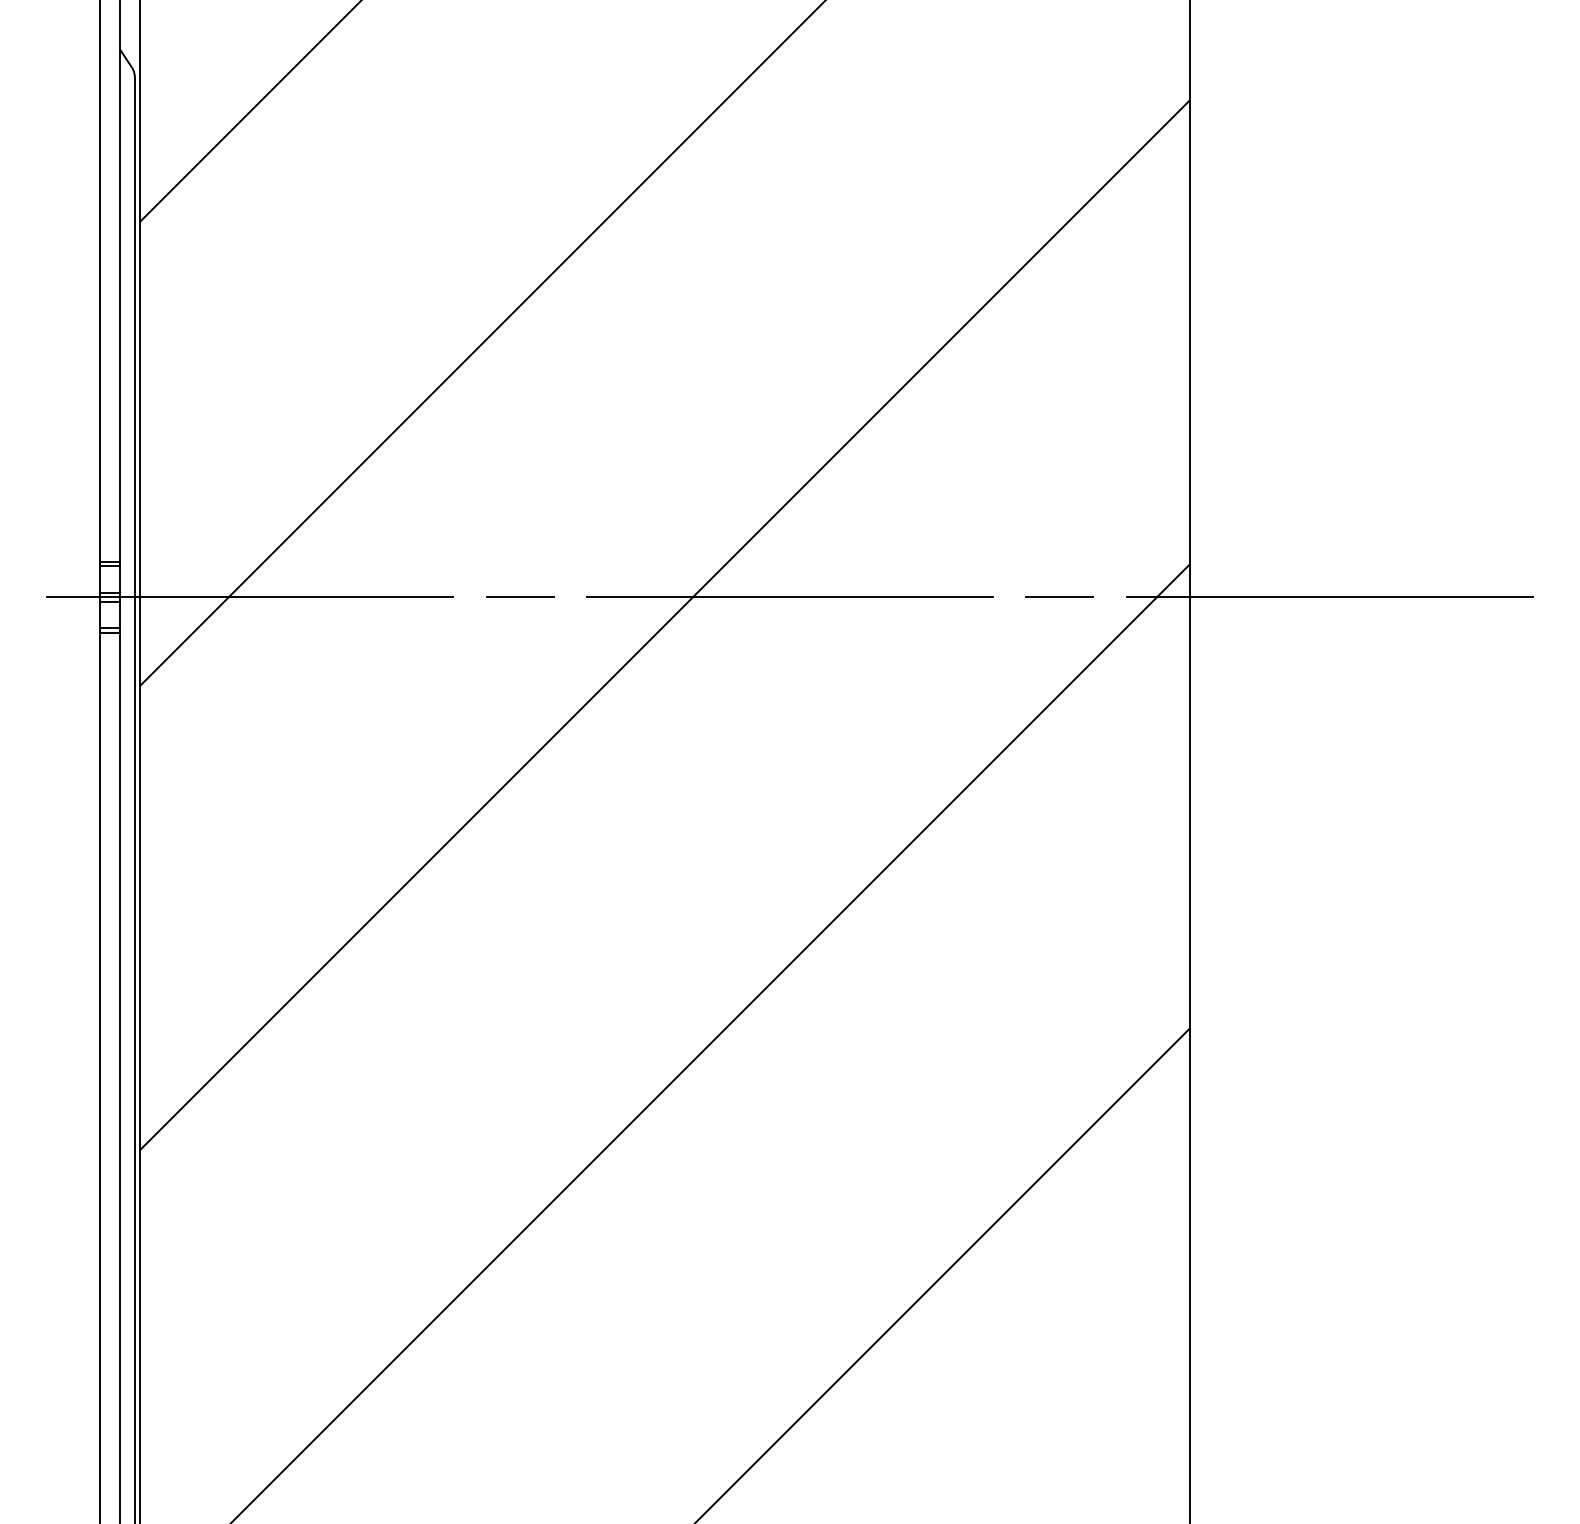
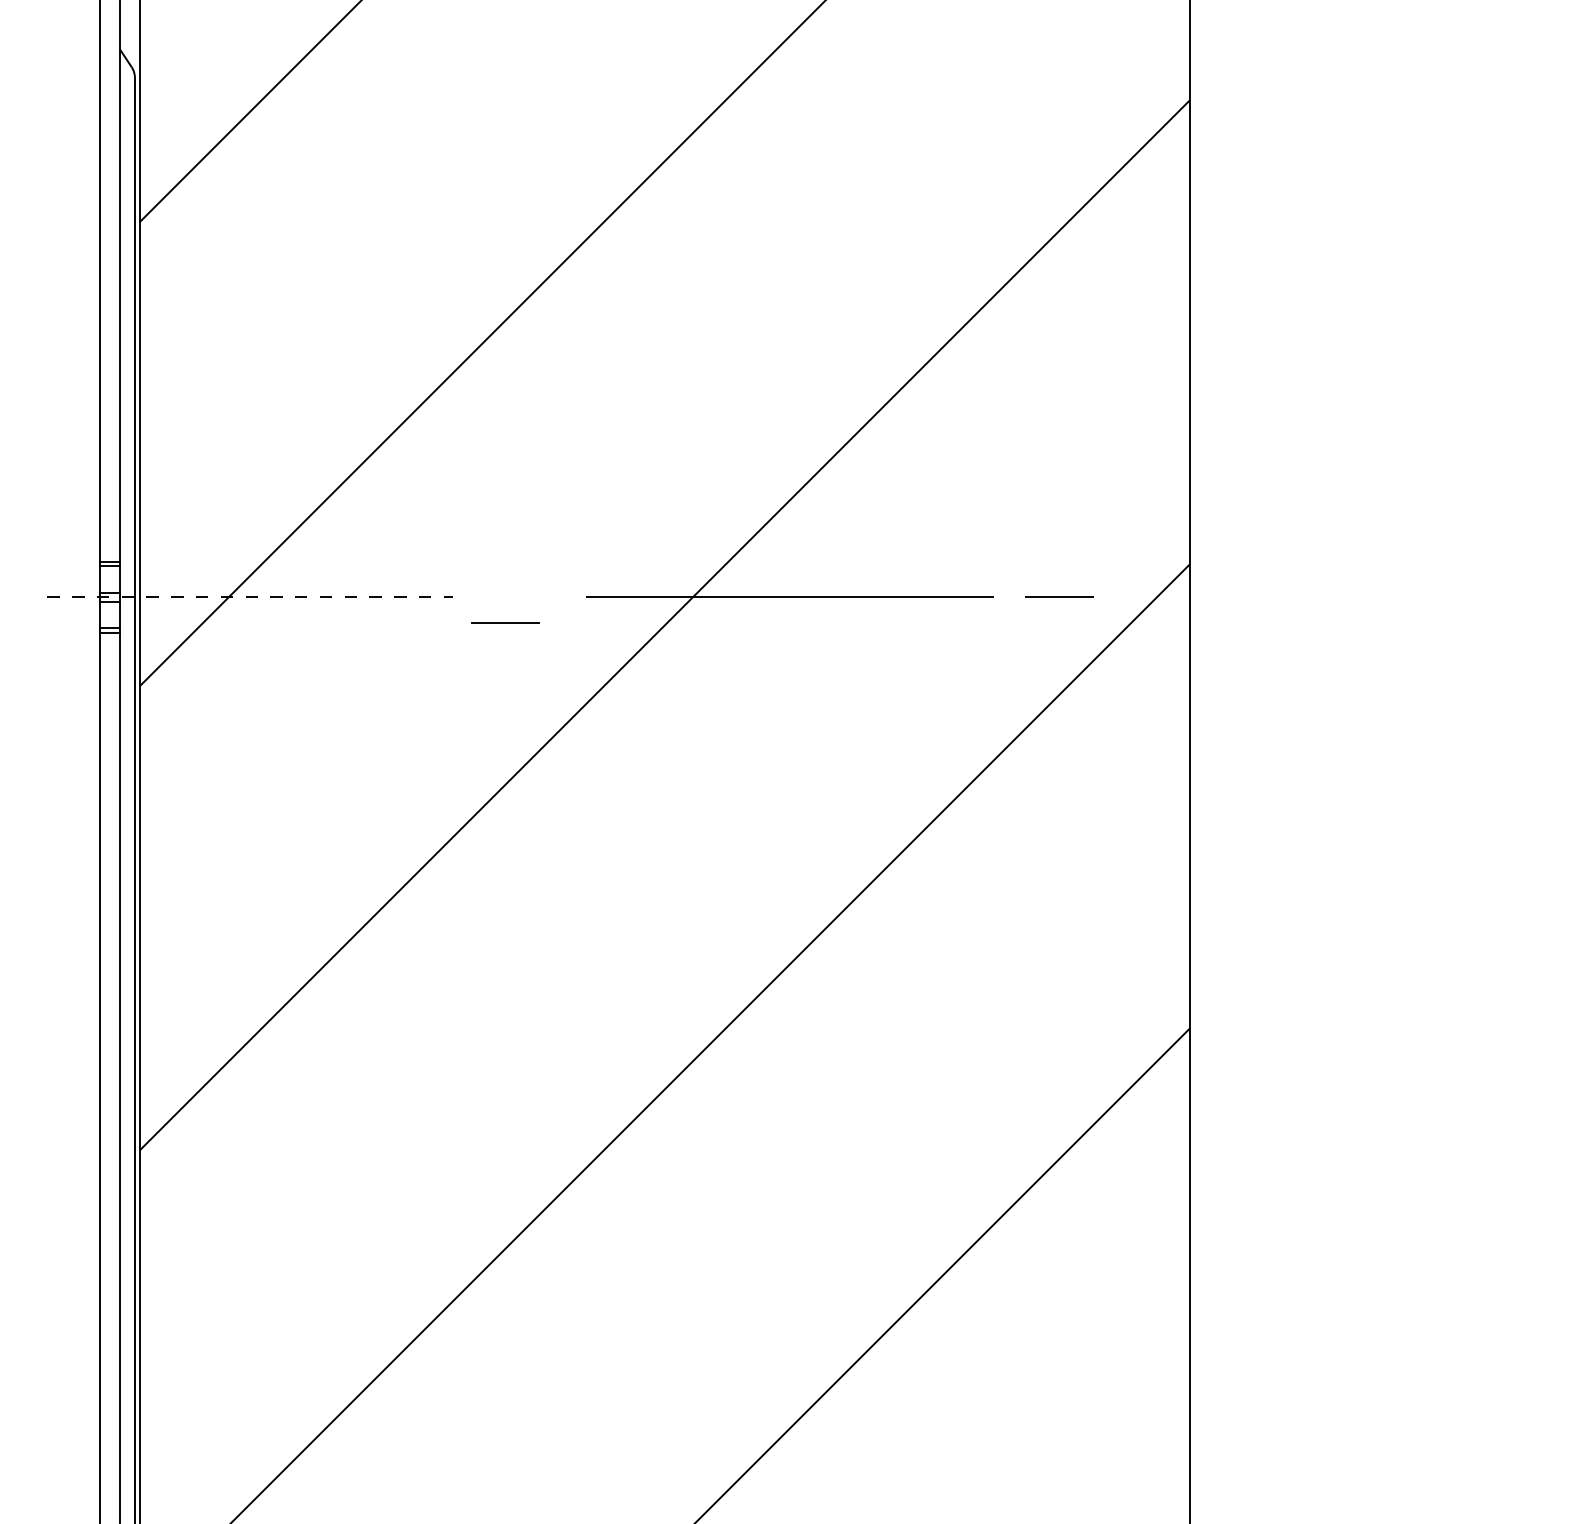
line at (520, 596) position: (520, 596) -> (505, 622)
line at (250, 597): solid -> dashed
line at (1329, 597): present -> none
